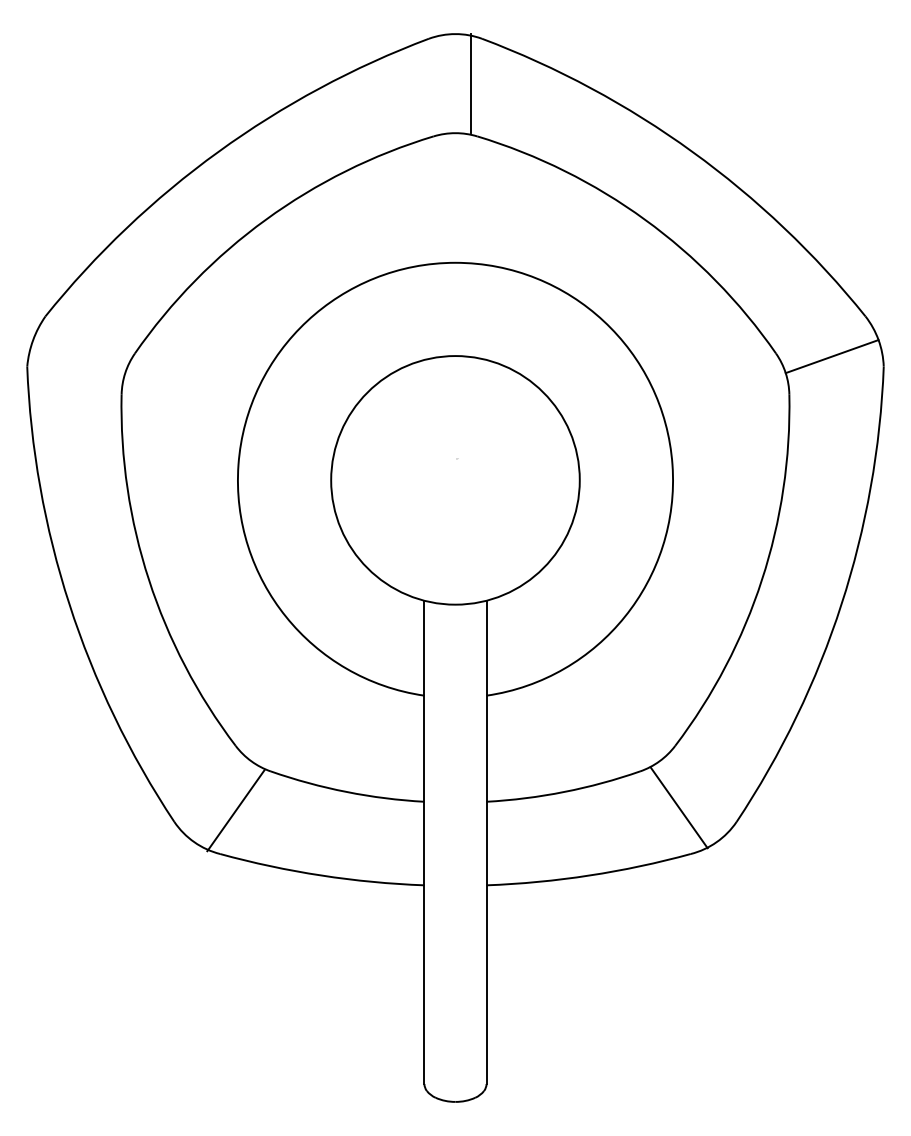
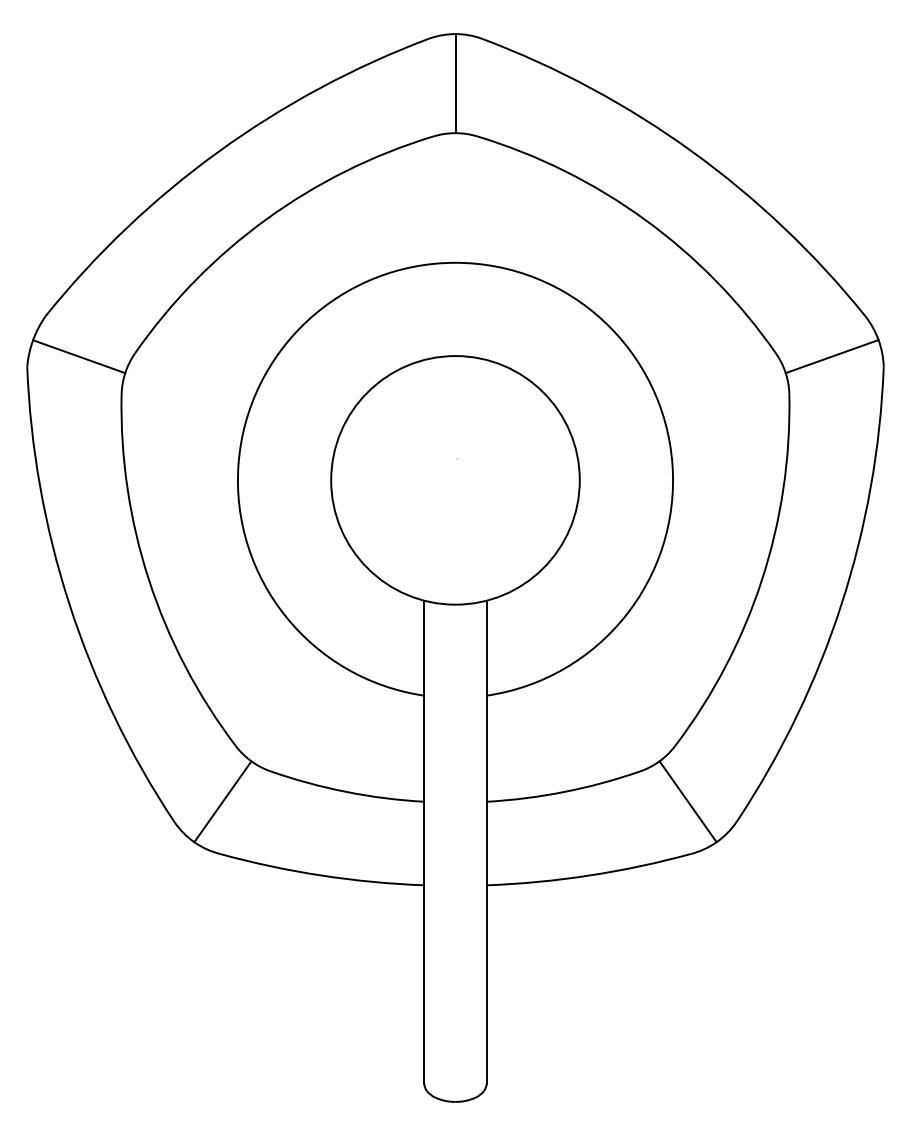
line at (470, 83) position: (470, 83) -> (455, 83)
line at (79, 356): none -> present
line at (678, 807) position: (678, 807) -> (687, 801)
line at (235, 810) position: (235, 810) -> (222, 801)
